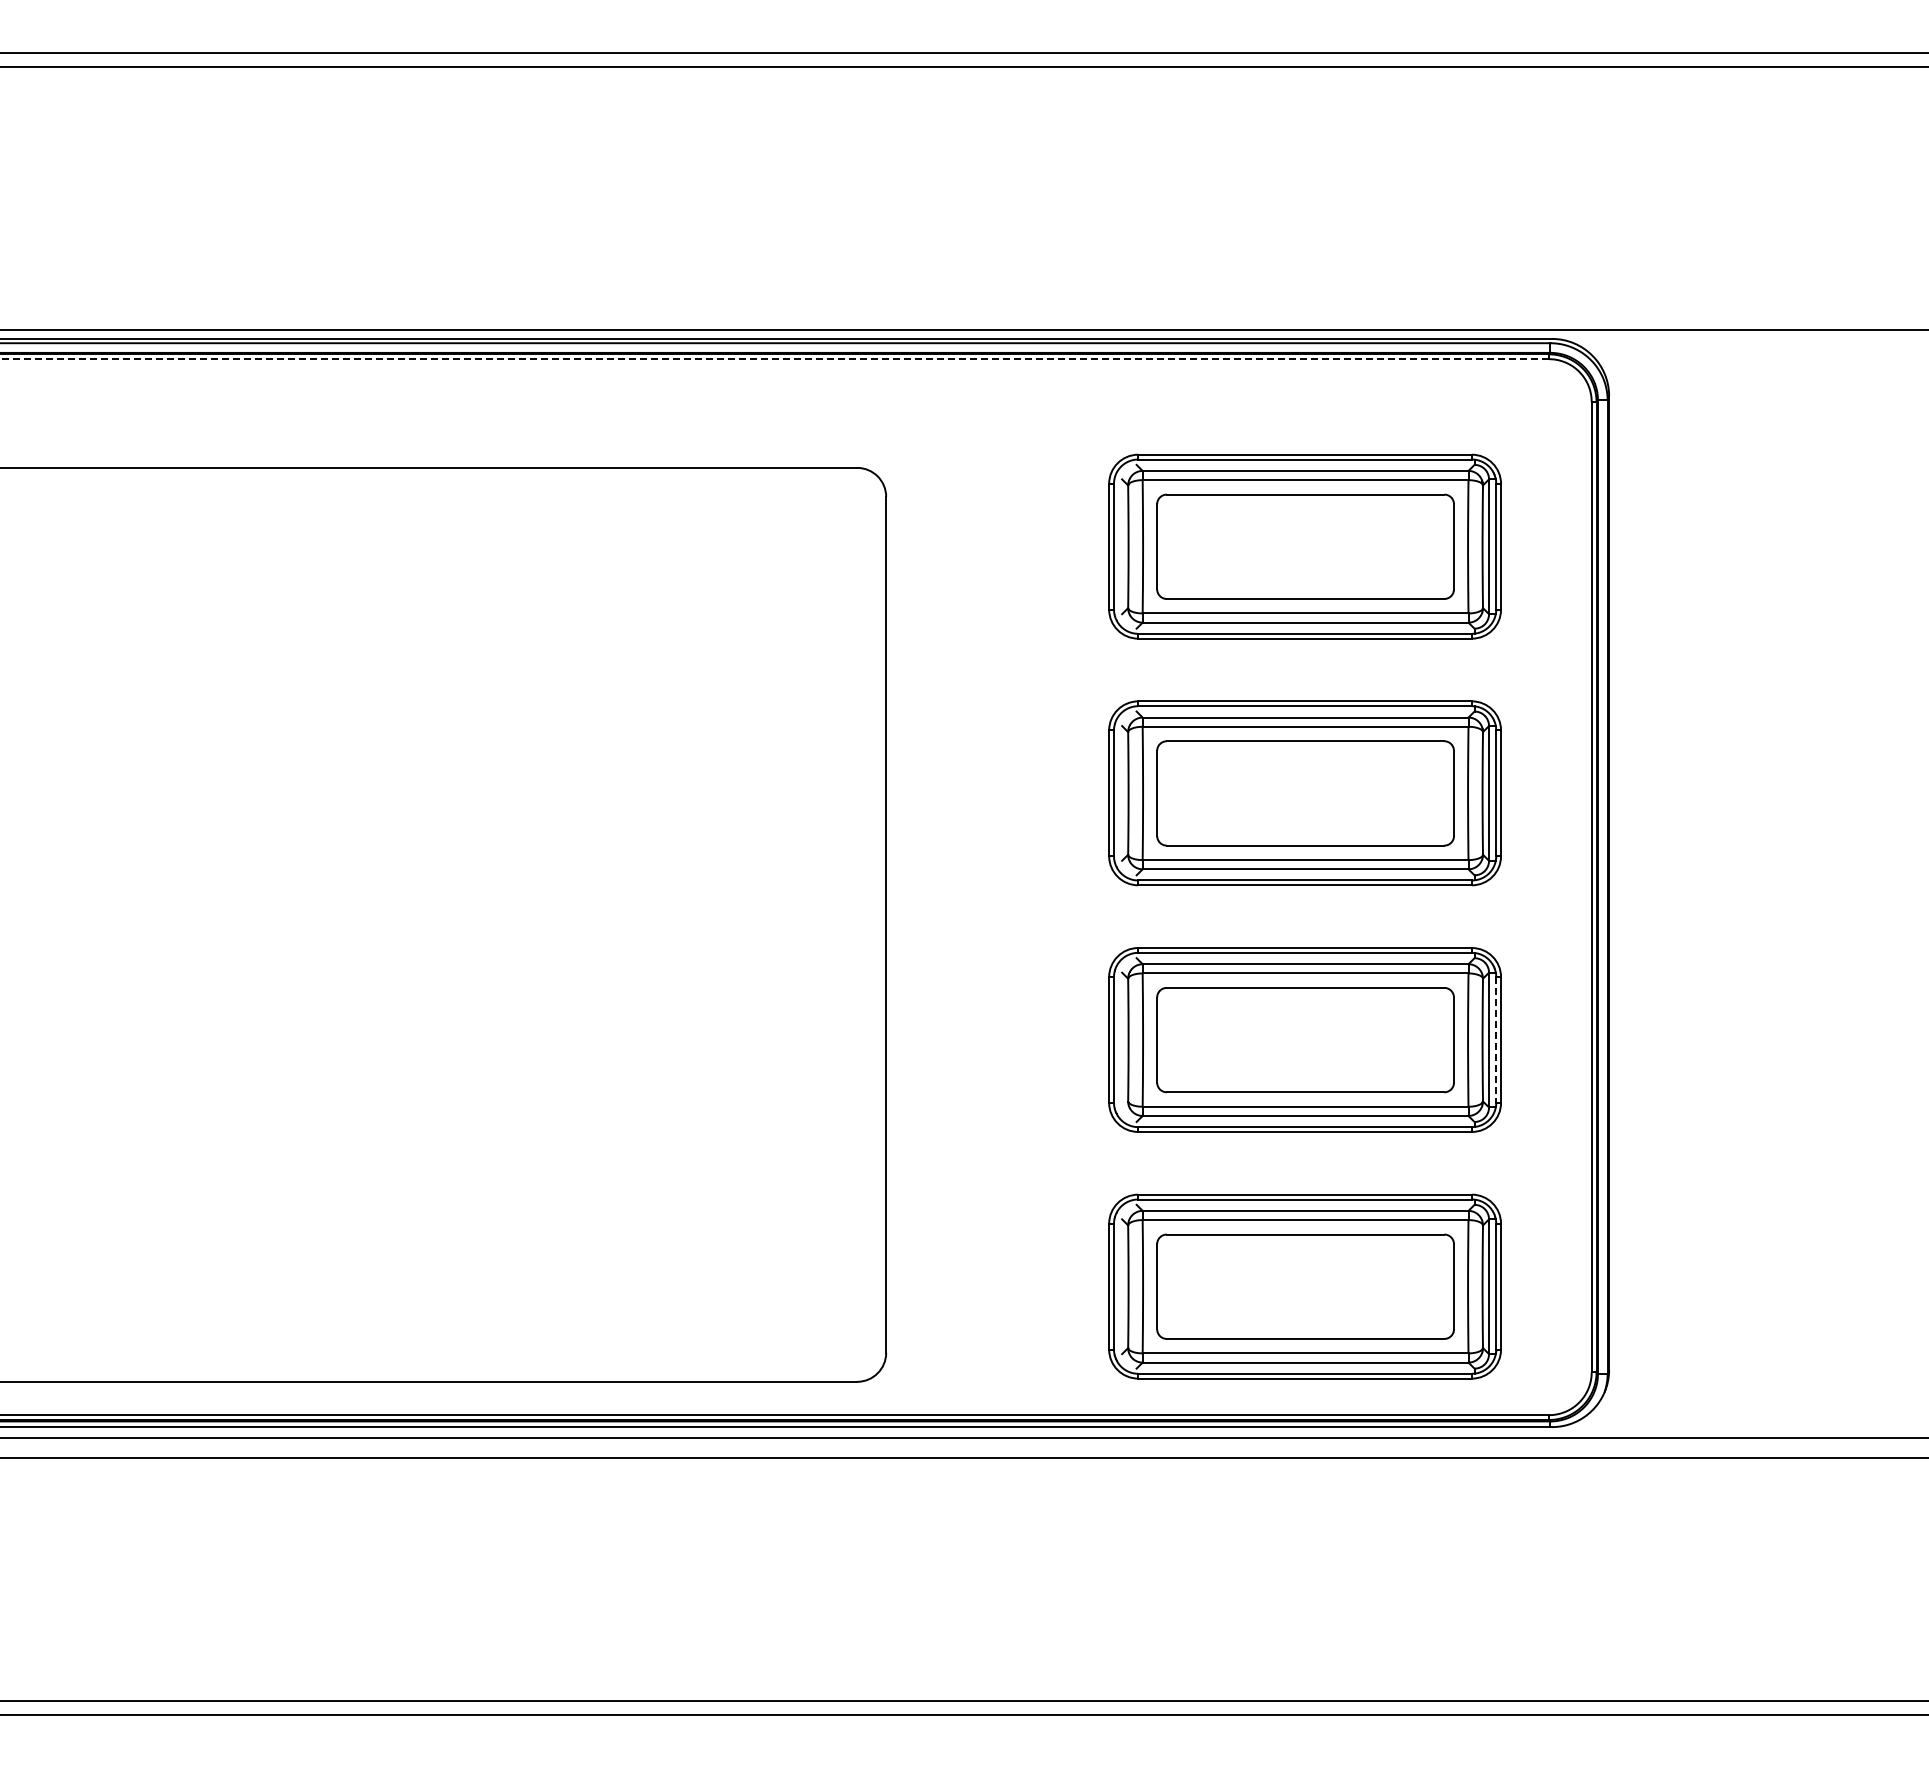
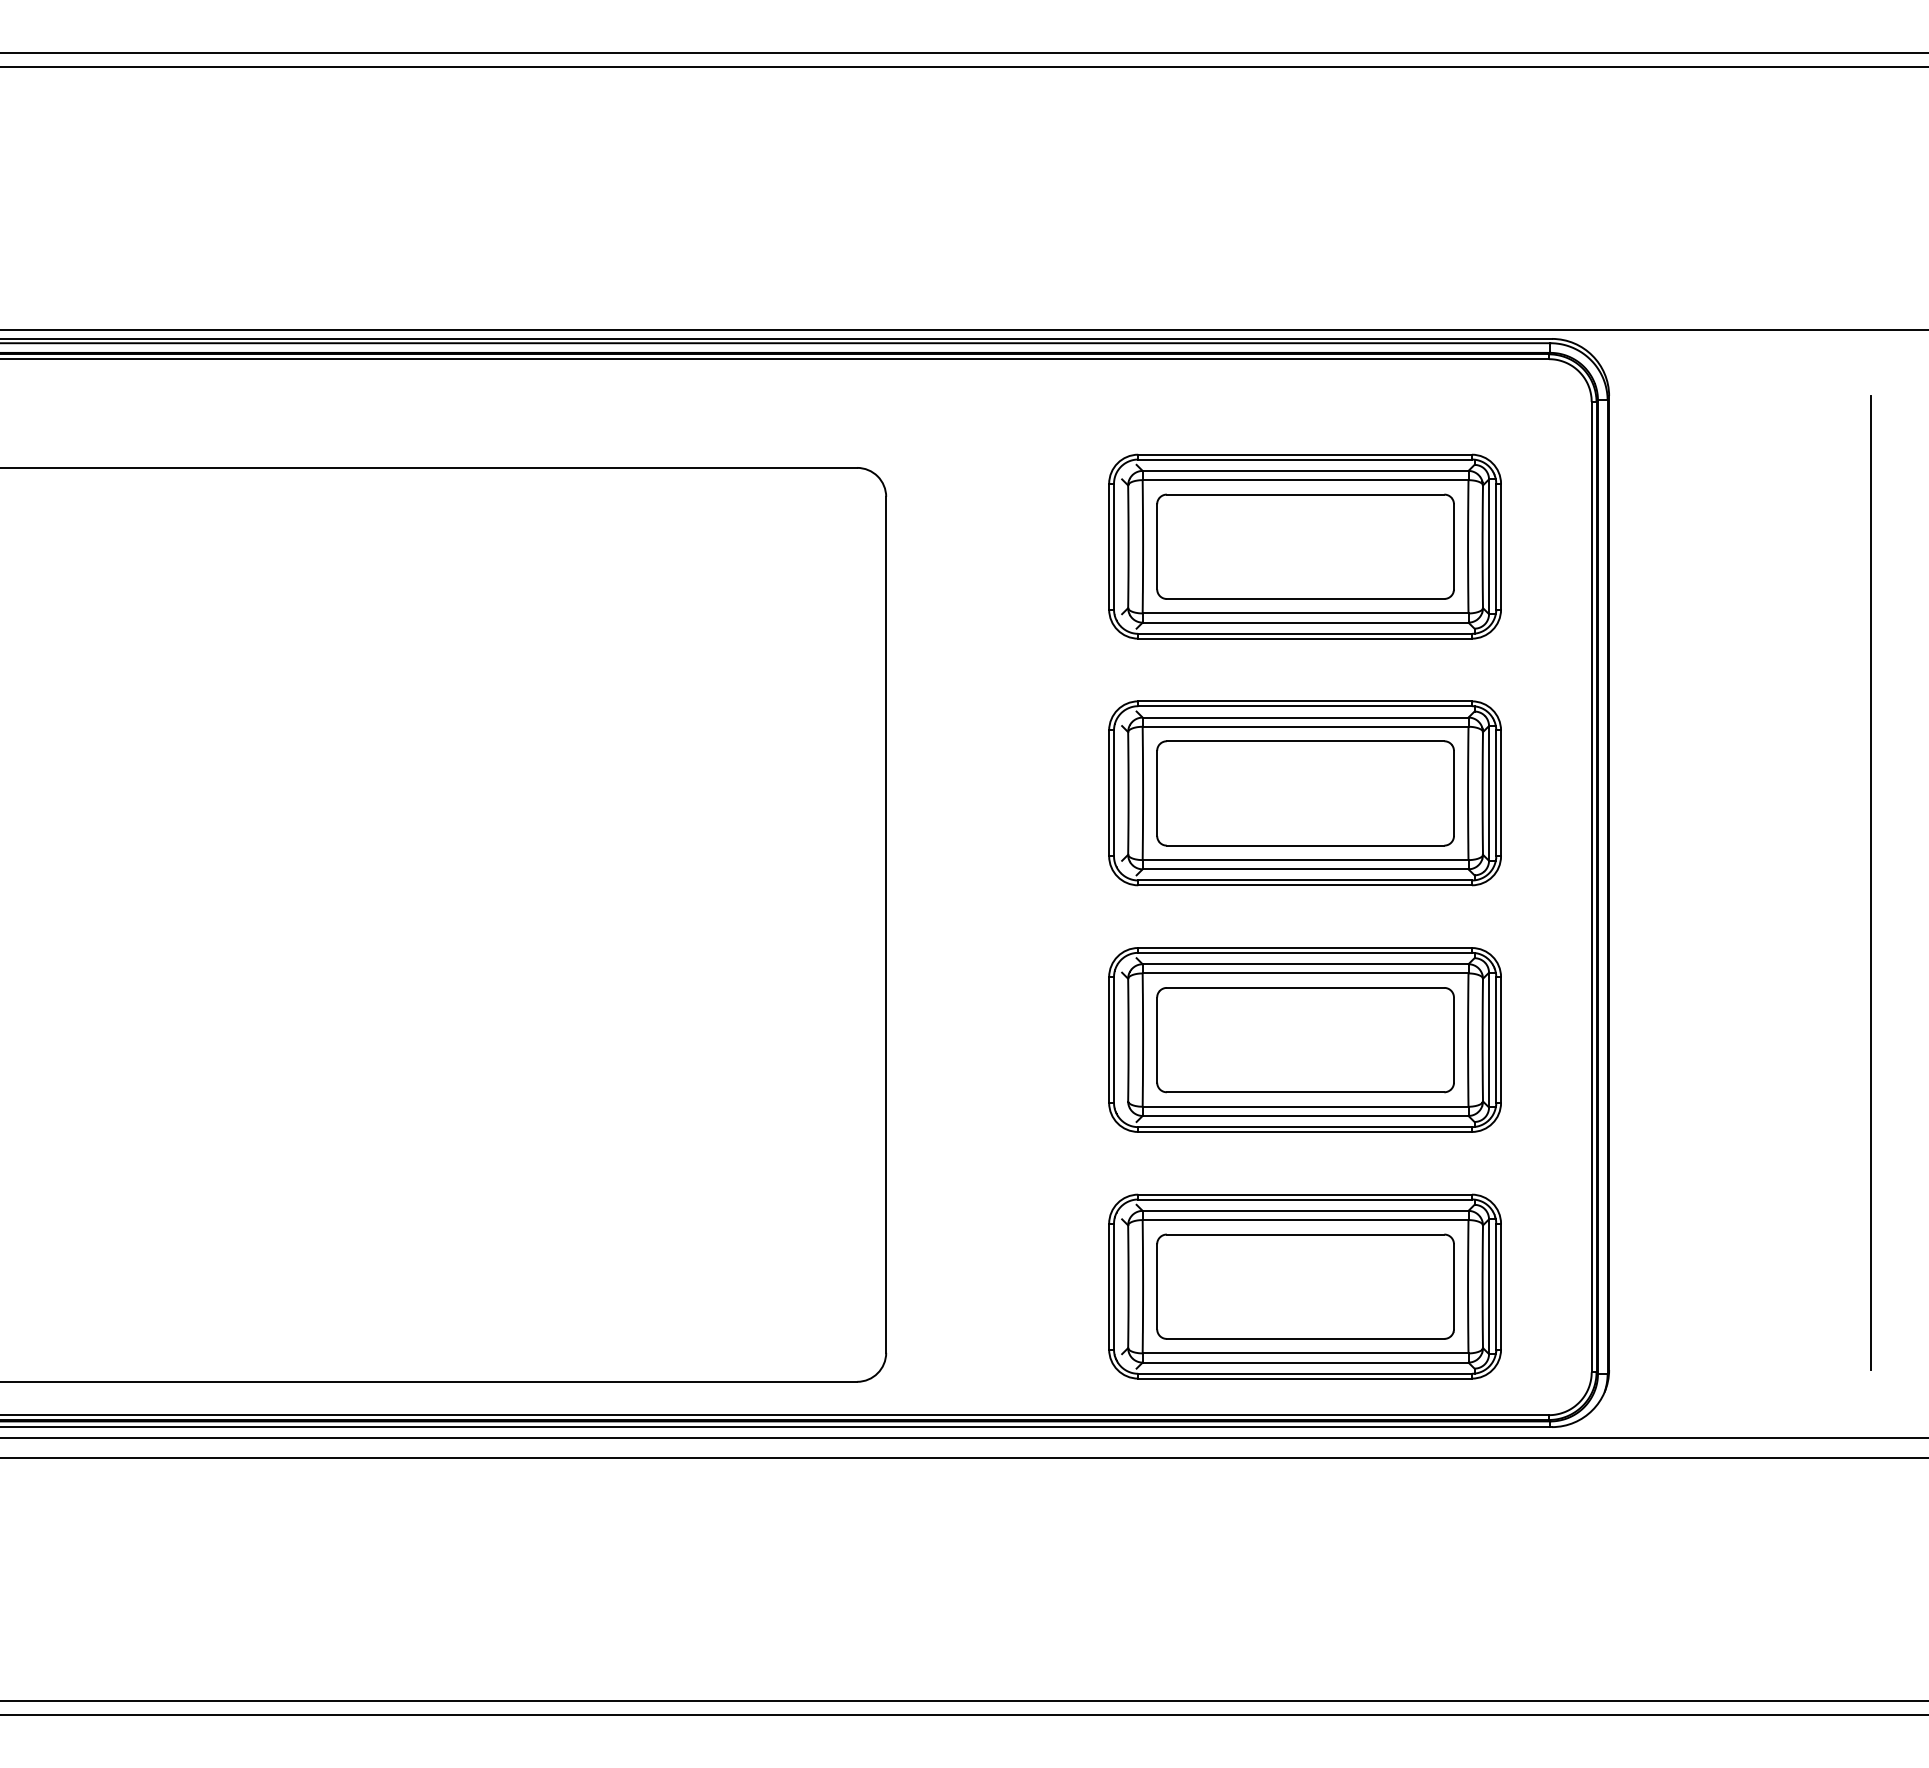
line at (774, 359): dashed -> solid
line at (1871, 883): none -> present
line at (1496, 1039): dashed -> solid
